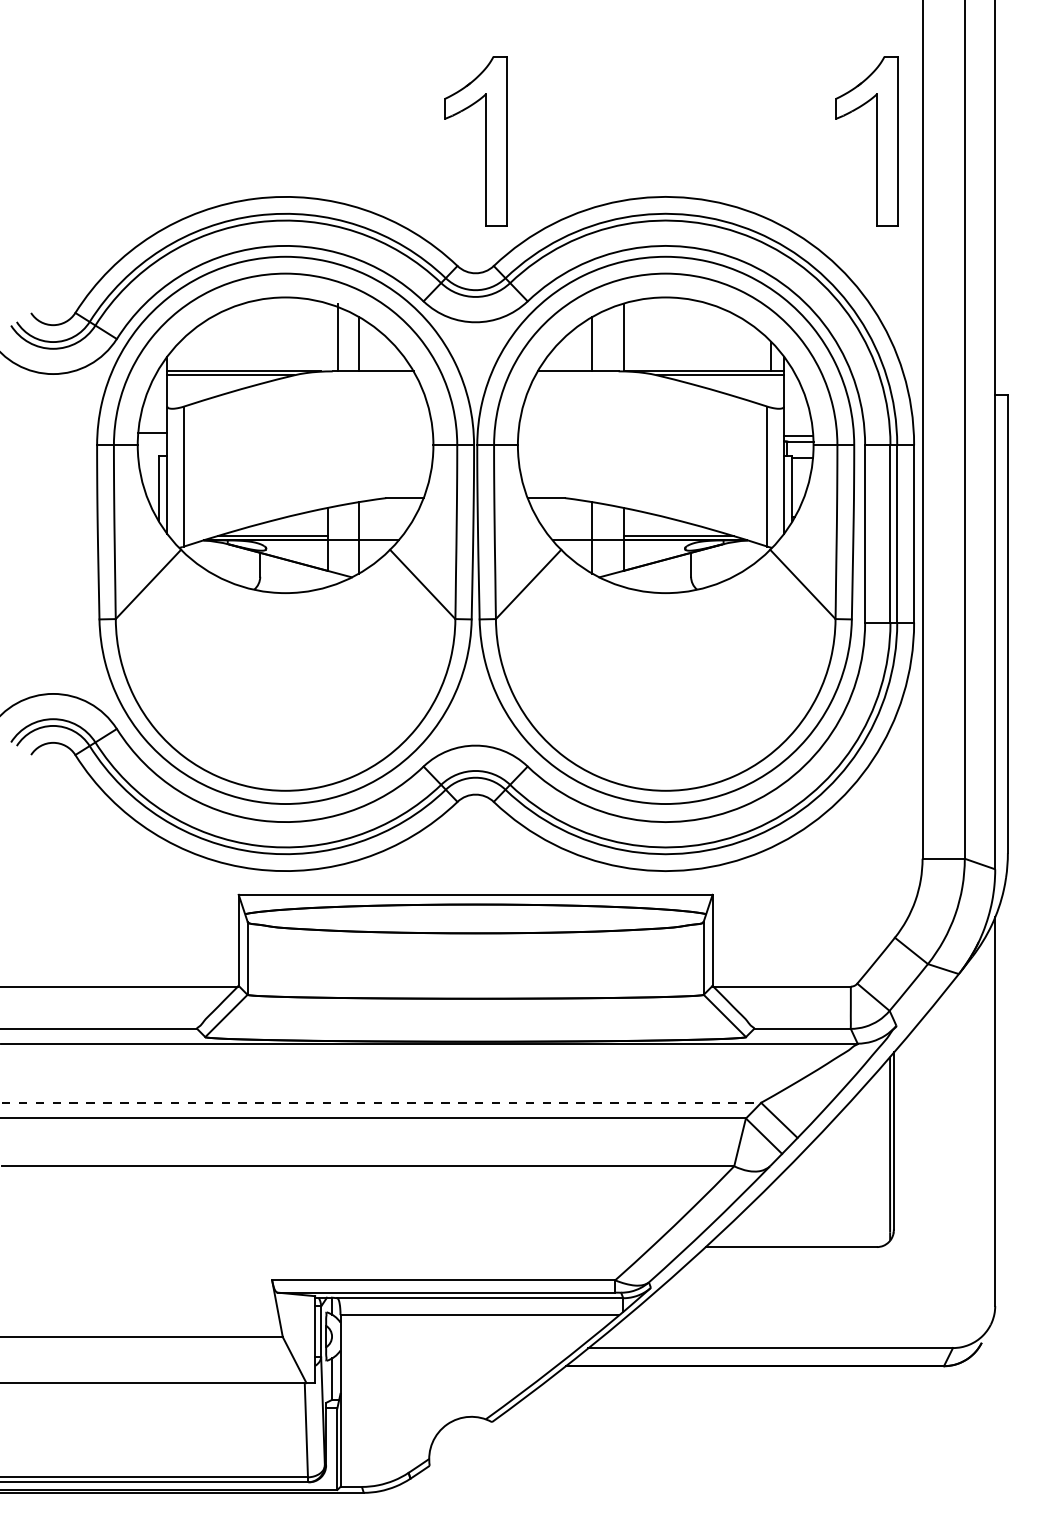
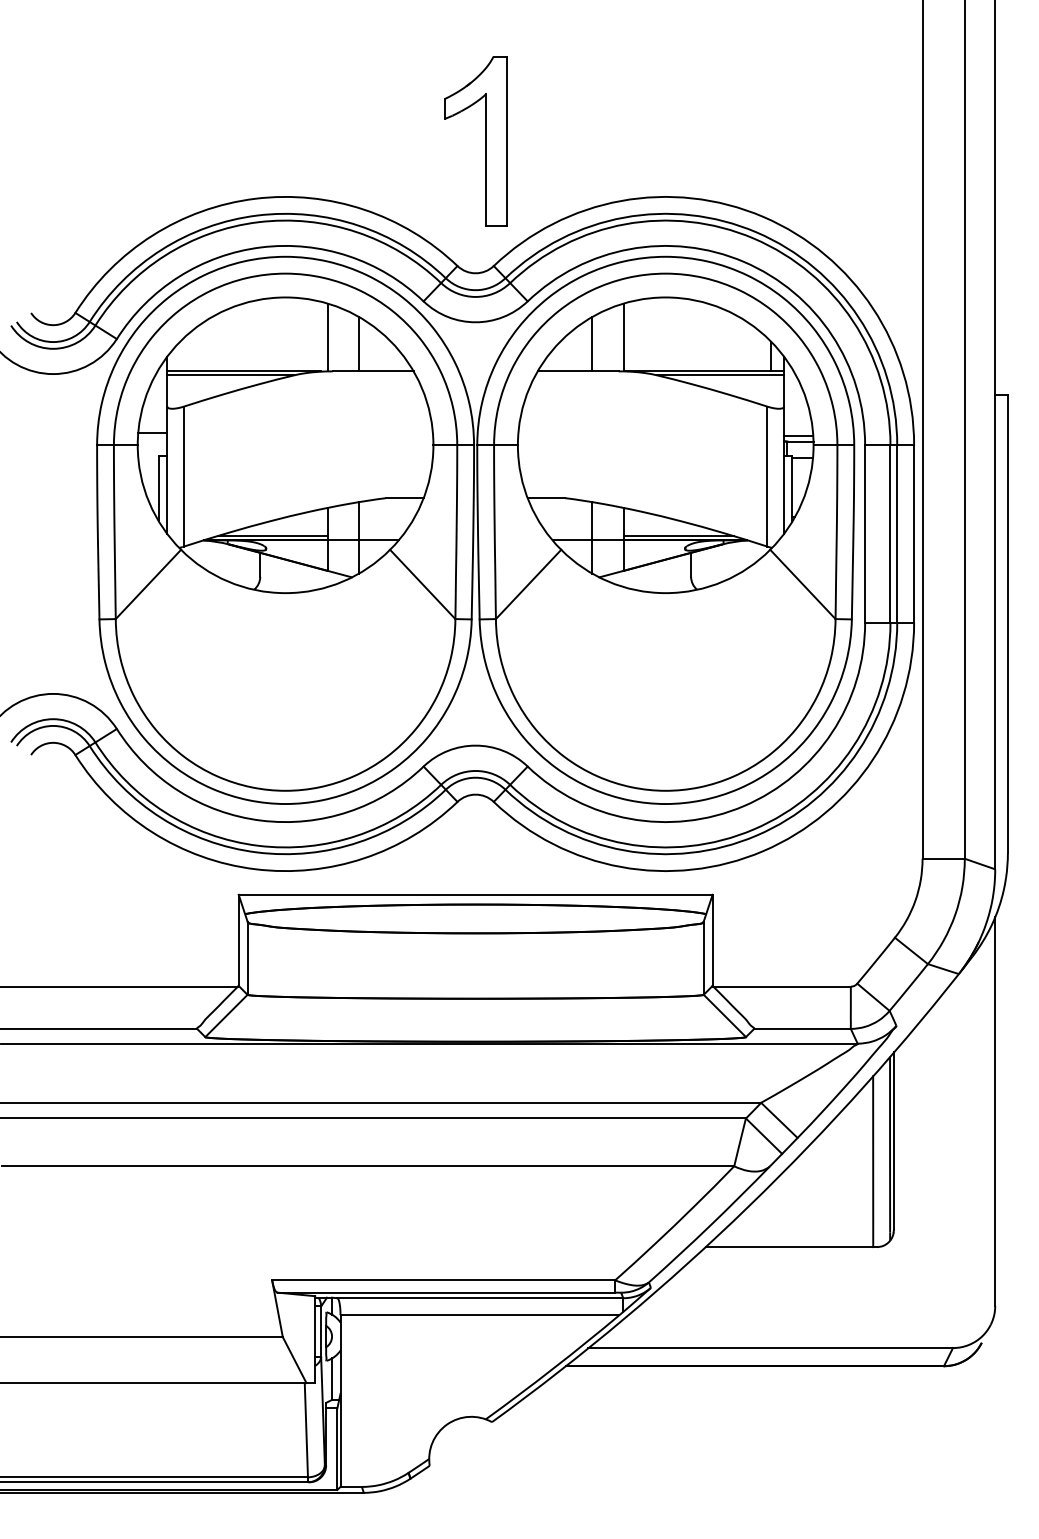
part at (876, 141): present -> none
line at (337, 337) position: (337, 337) -> (327, 337)
line at (380, 1102): dashed -> solid
line at (873, 1161): none -> present
